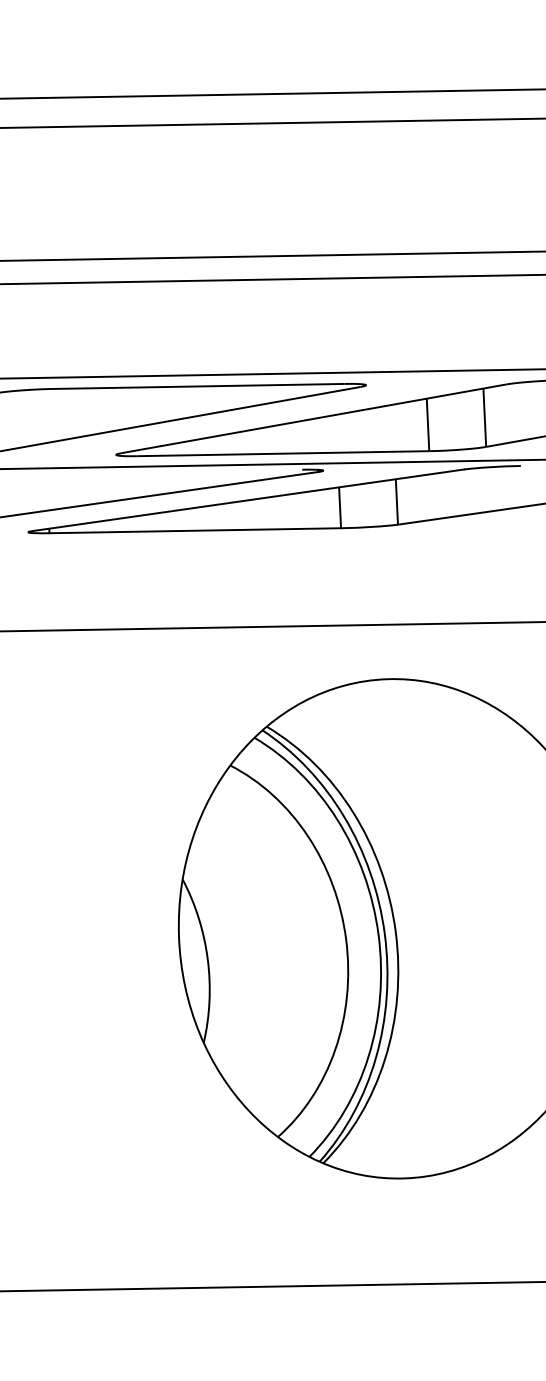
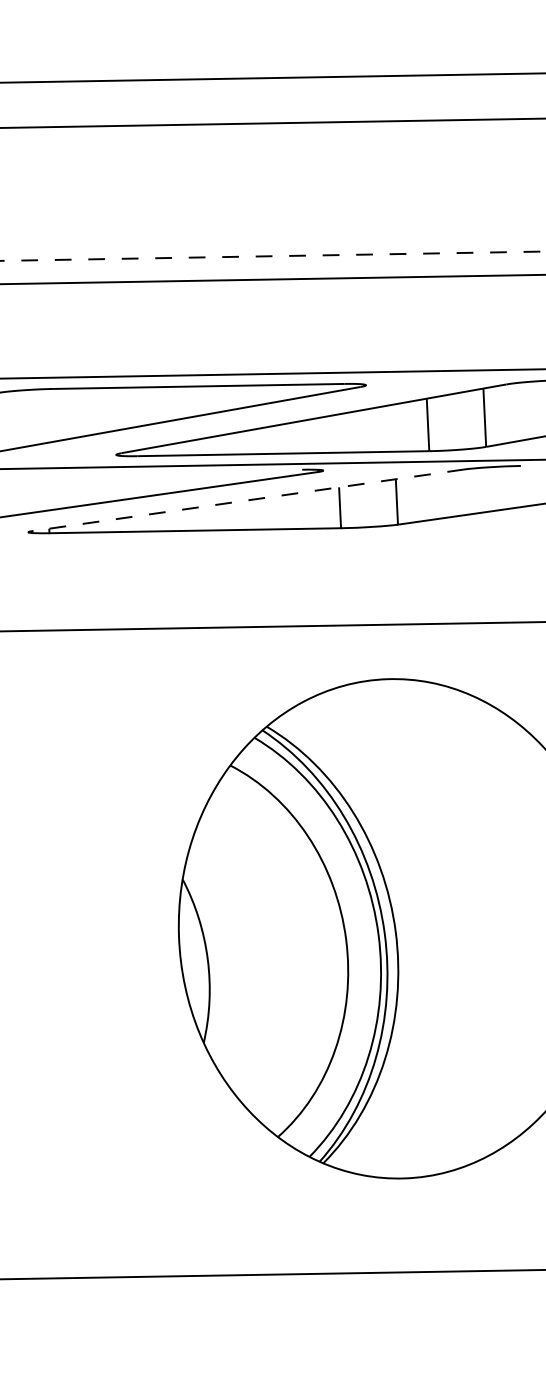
line at (272, 93) position: (272, 93) -> (272, 77)
line at (272, 256): solid -> dashed
line at (248, 500): solid -> dashed
line at (272, 1286) position: (272, 1286) -> (272, 1274)
